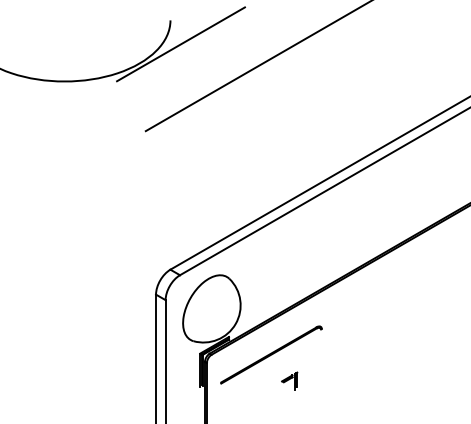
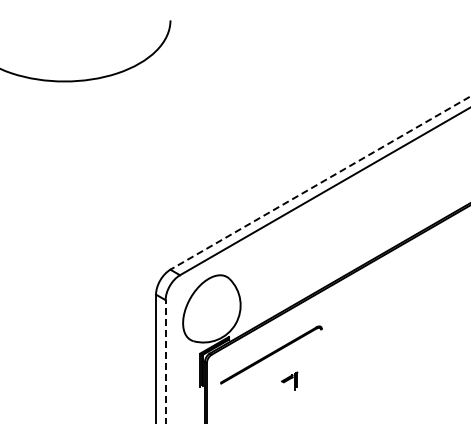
line at (180, 44): present -> none
line at (257, 66): present -> none
line at (320, 183): solid -> dashed
line at (165, 361): solid -> dashed
